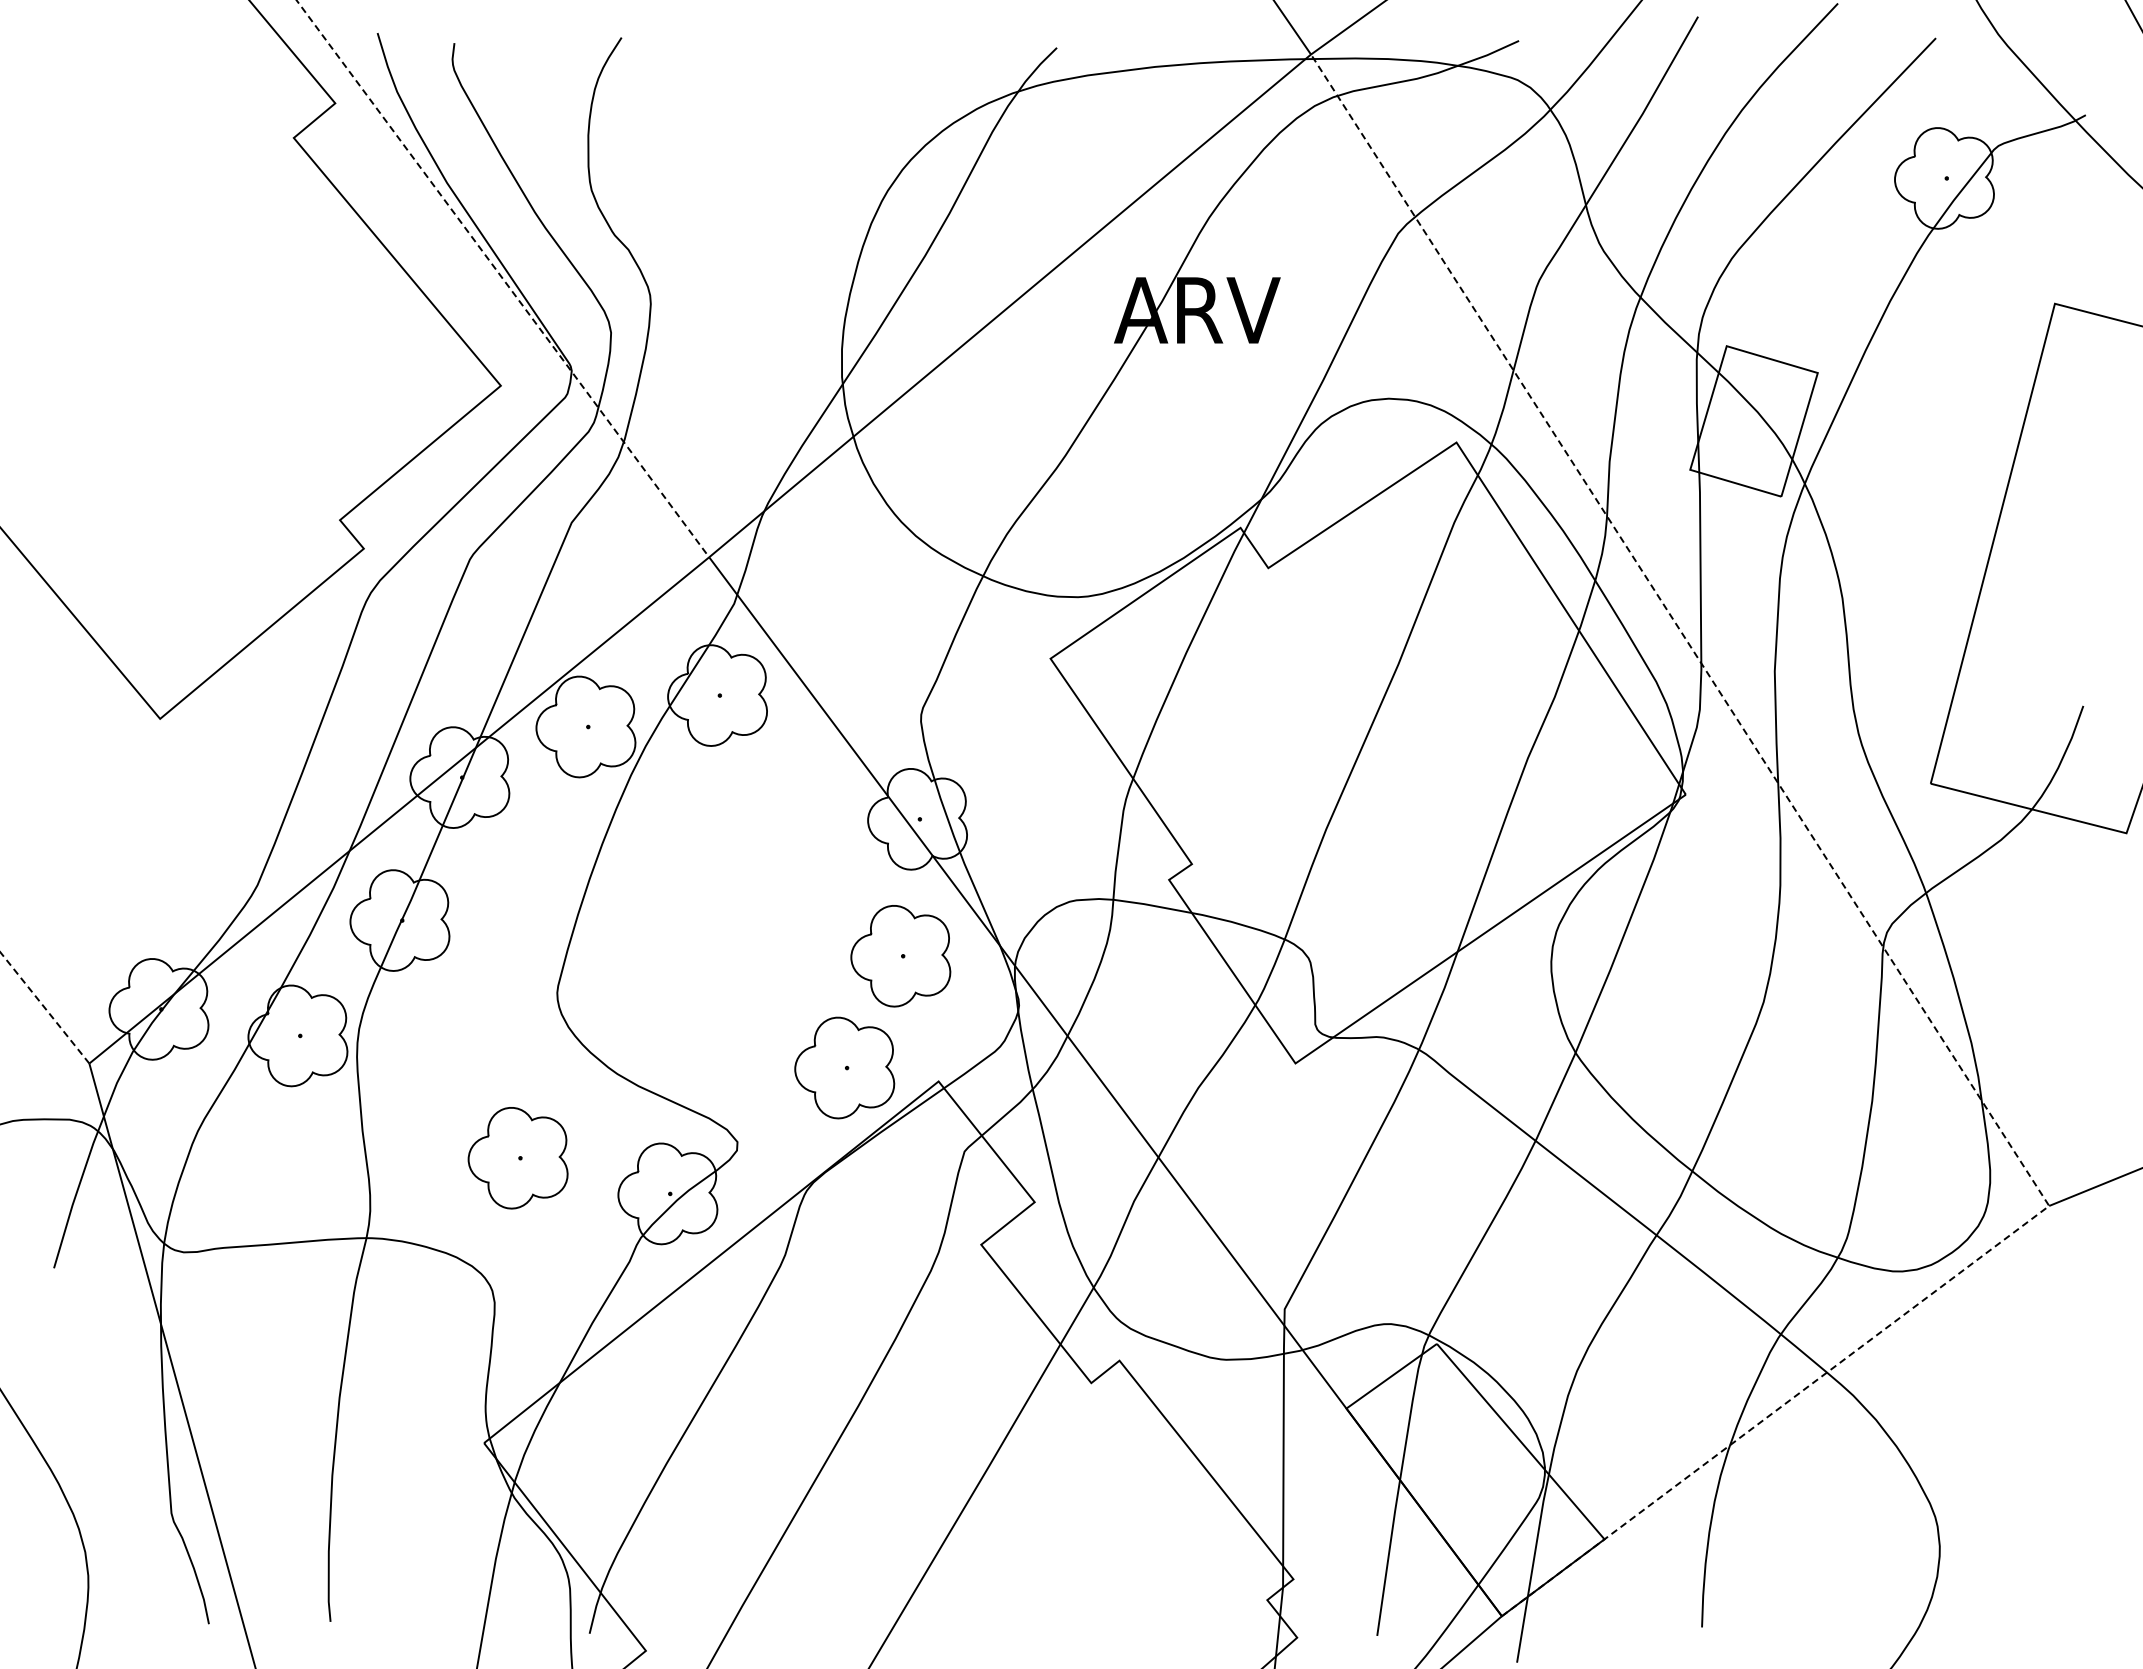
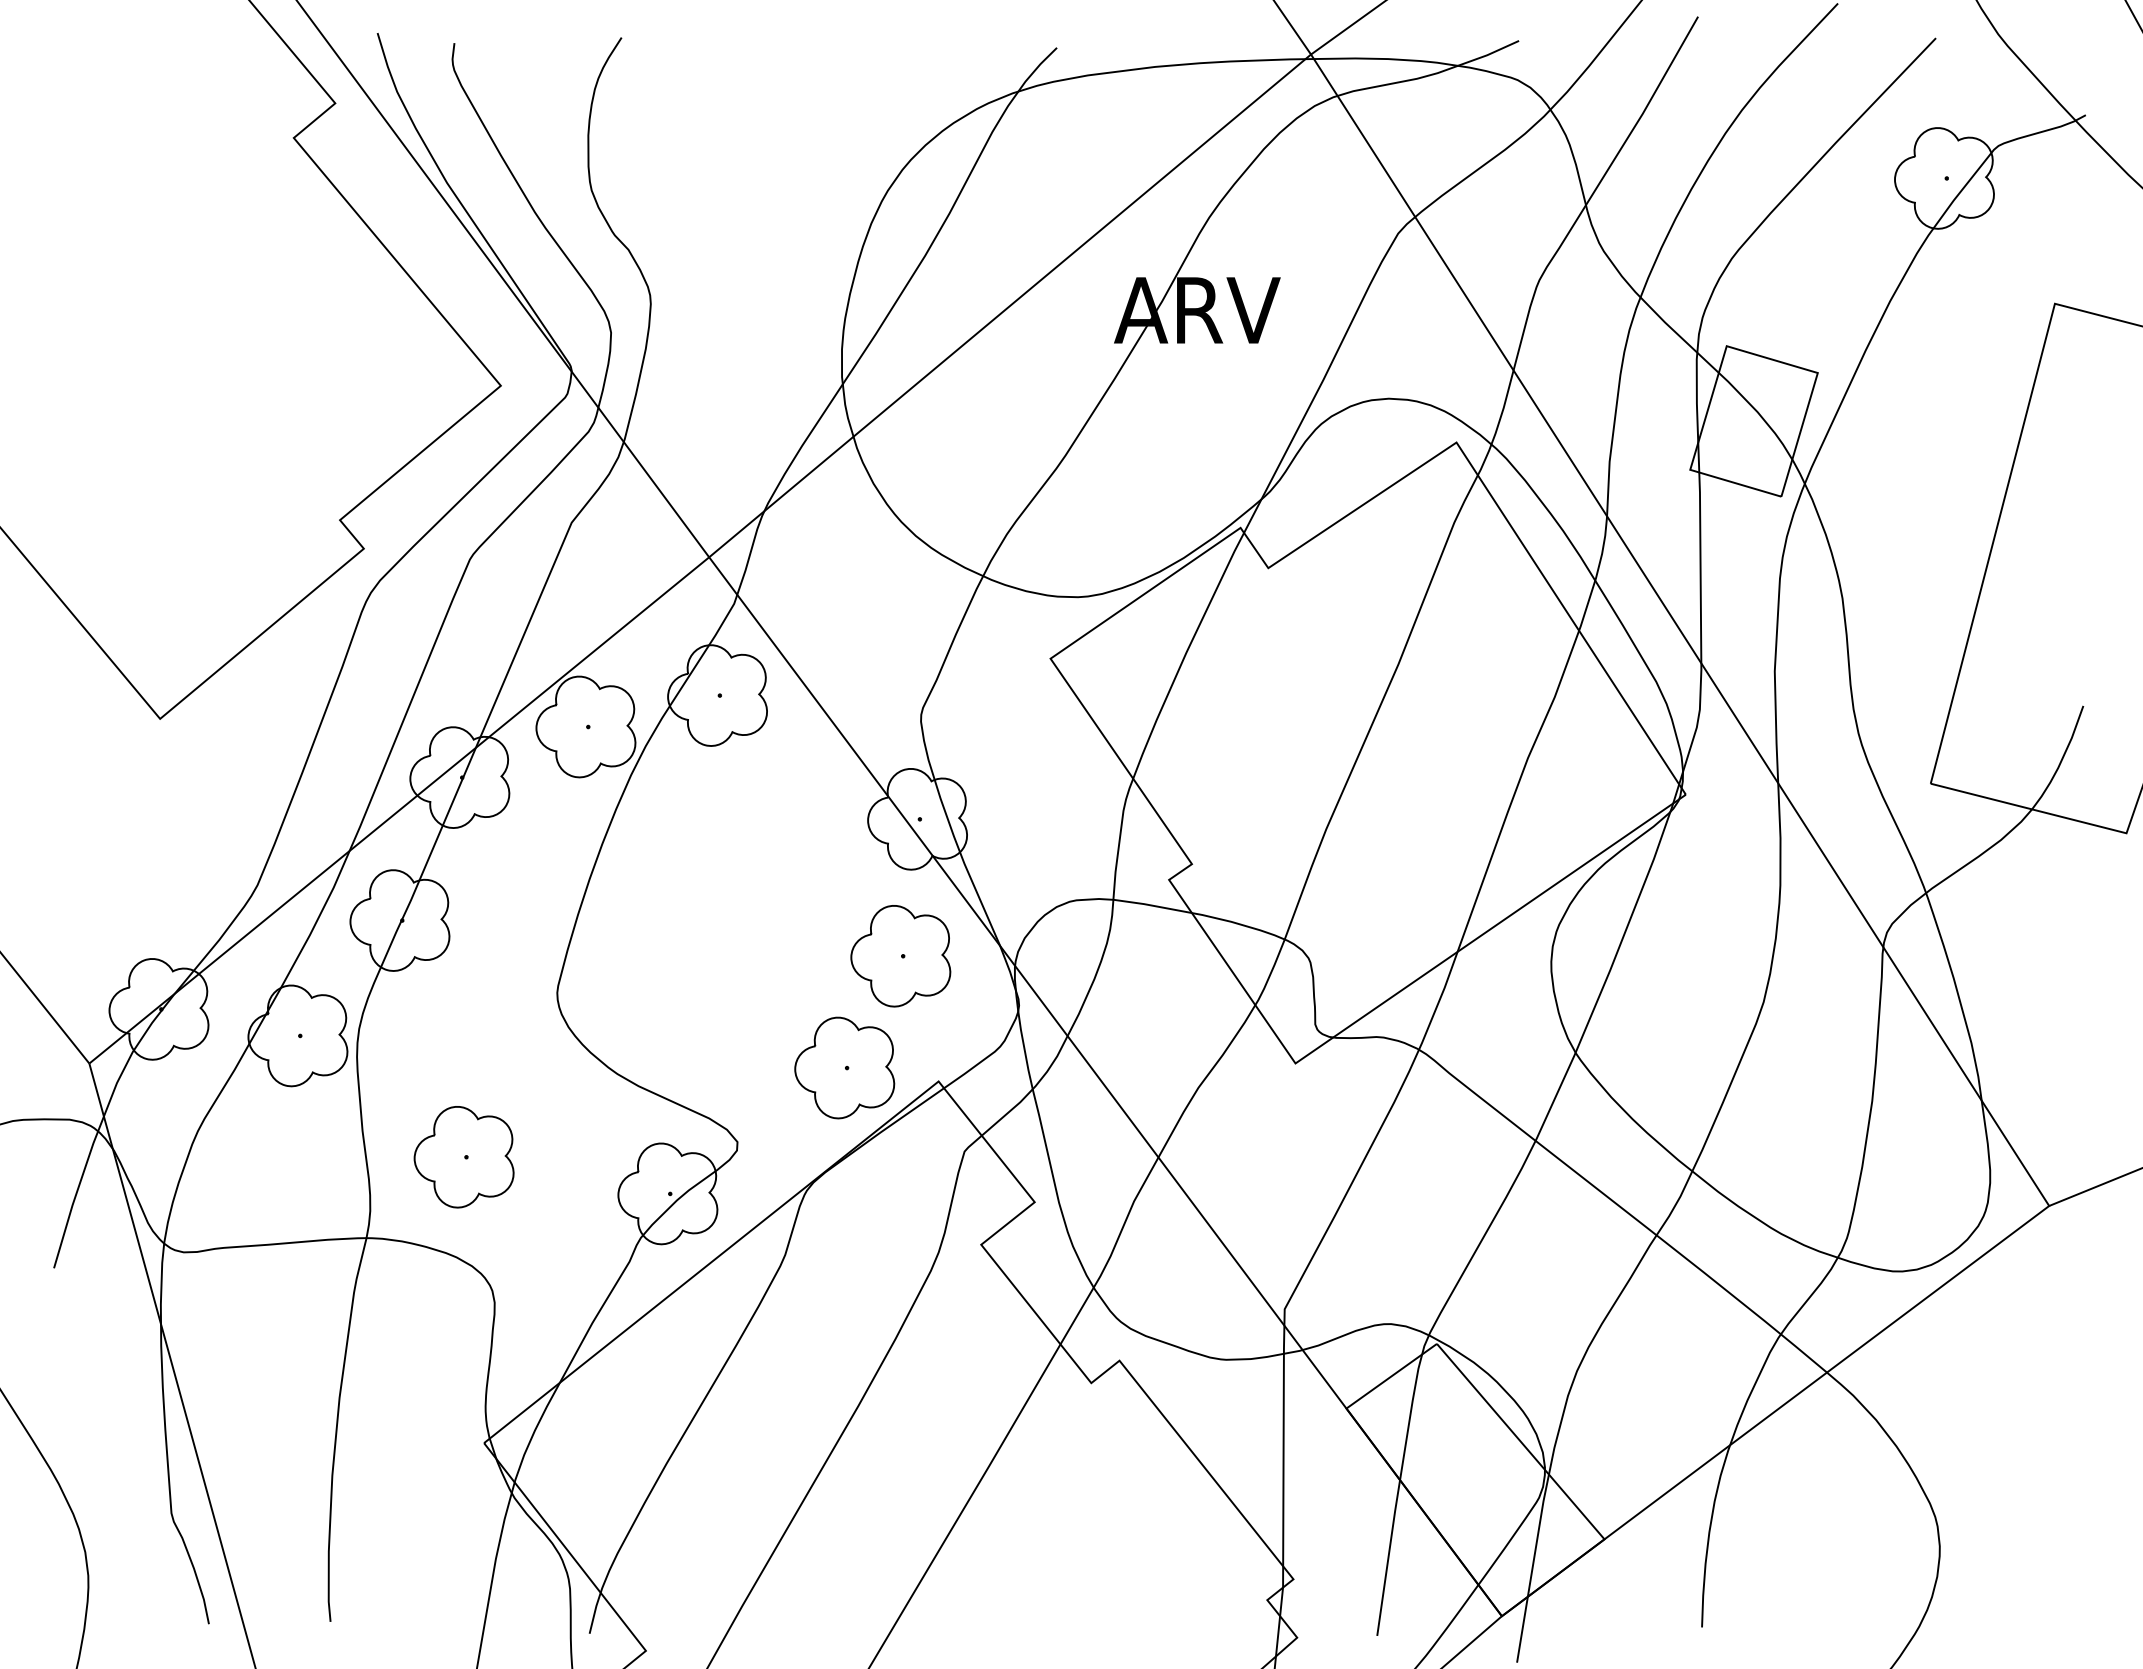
line at (460, 221): dashed -> solid
line at (1865, 918): dashed -> solid
part at (517, 1158) position: (517, 1158) -> (463, 1157)
